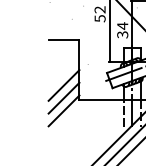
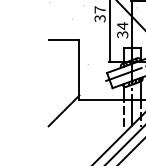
text at (99, 13): 52 -> 37
line at (63, 85): present -> none
line at (63, 97): present -> none
